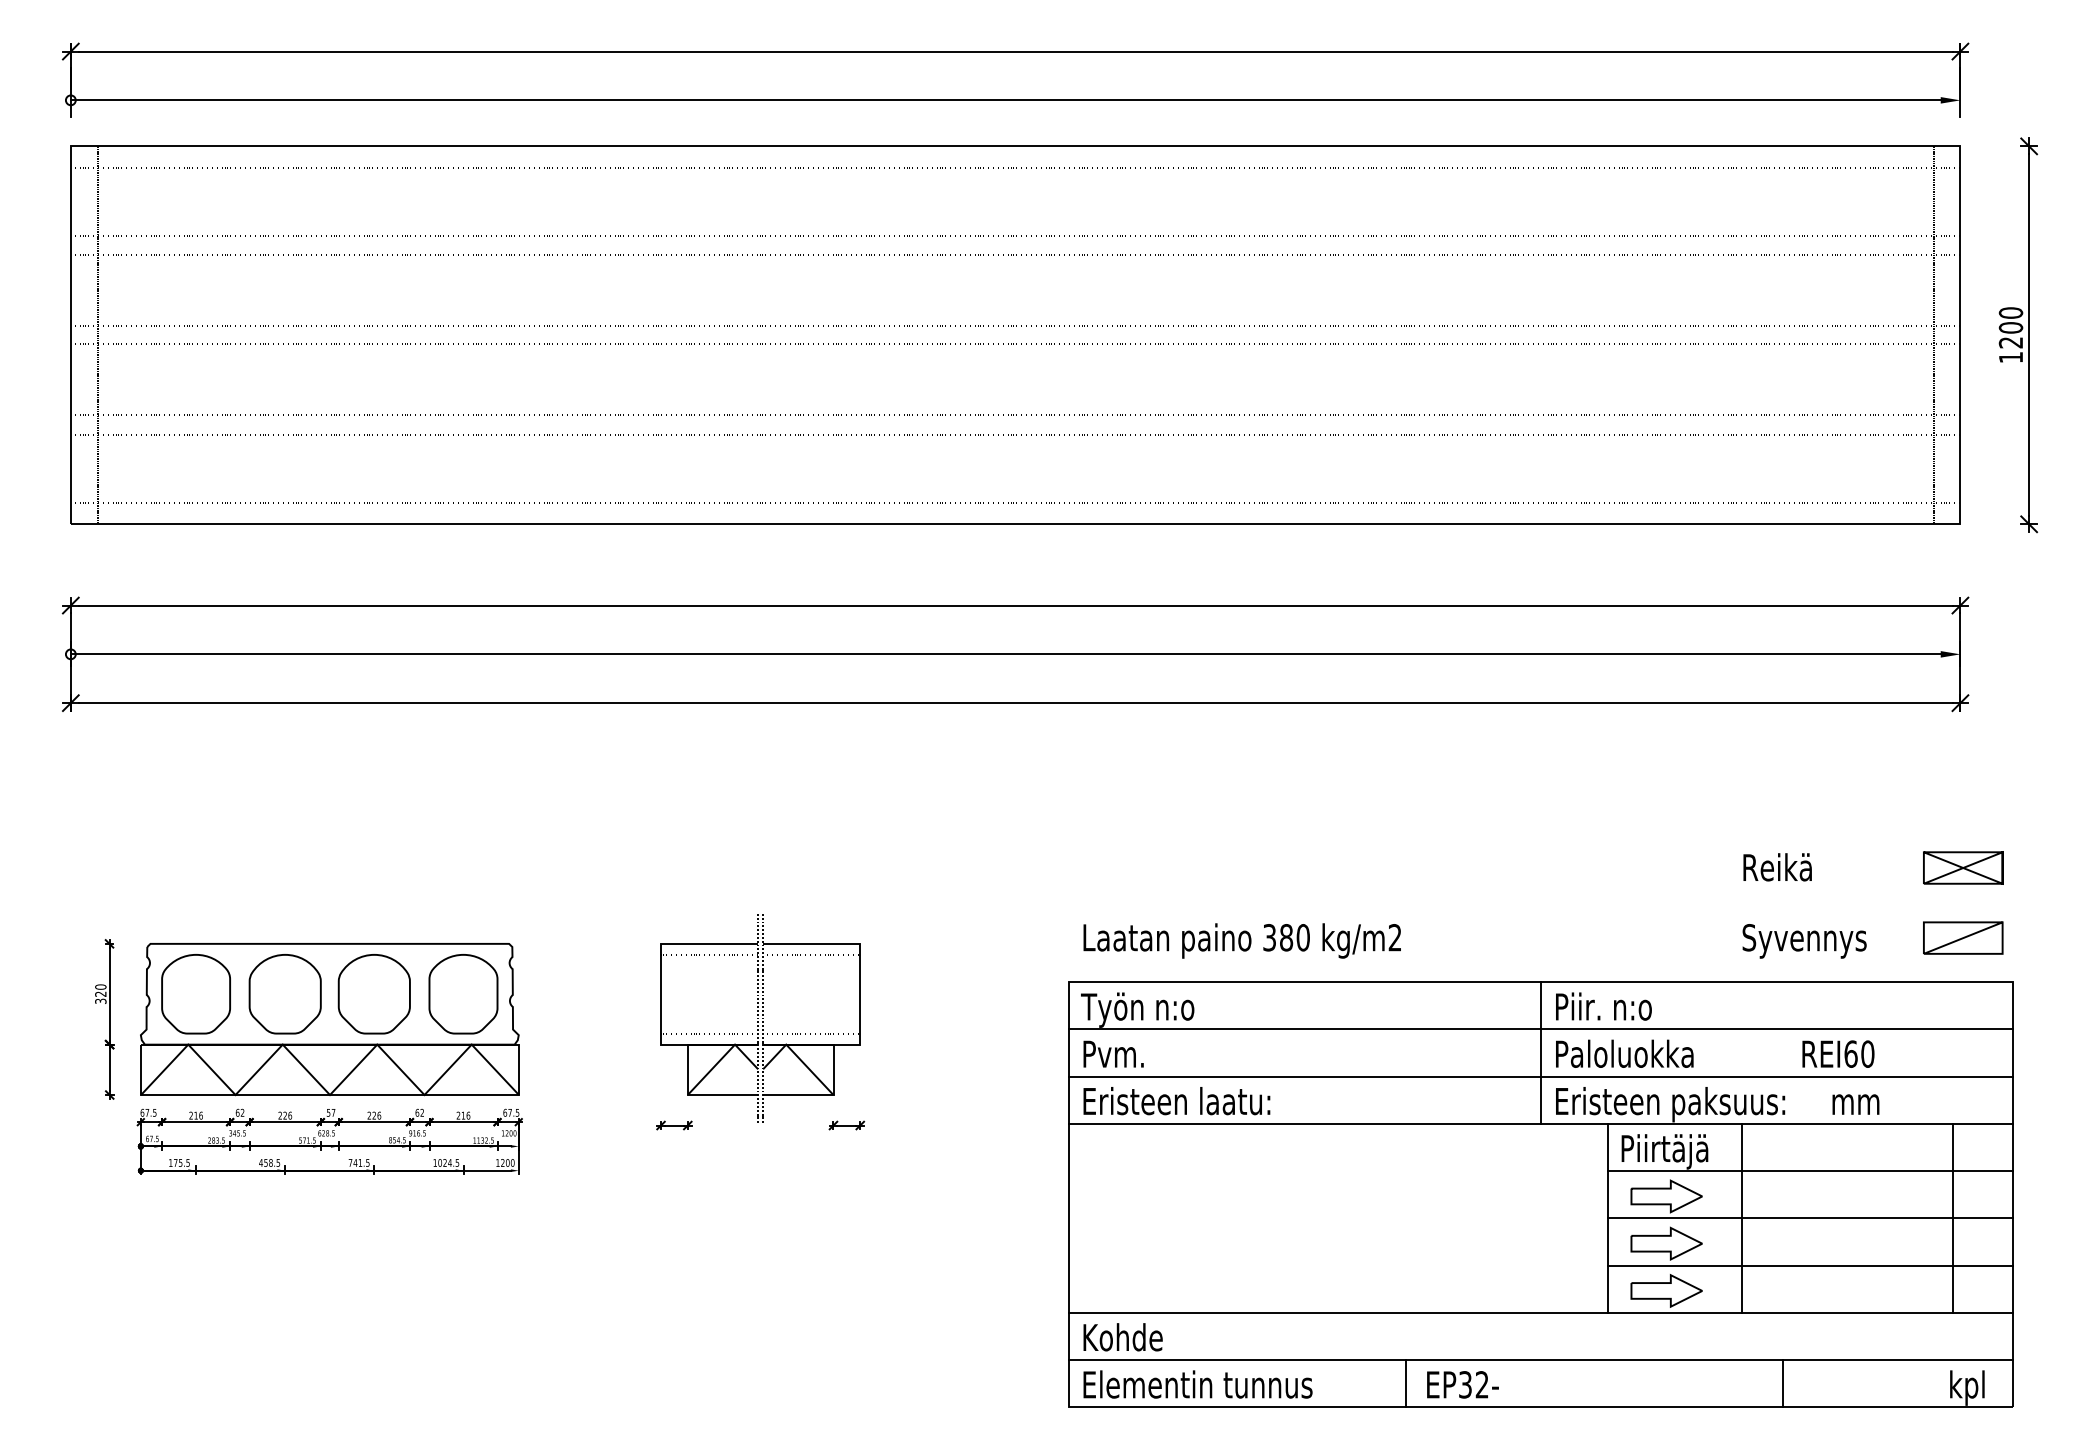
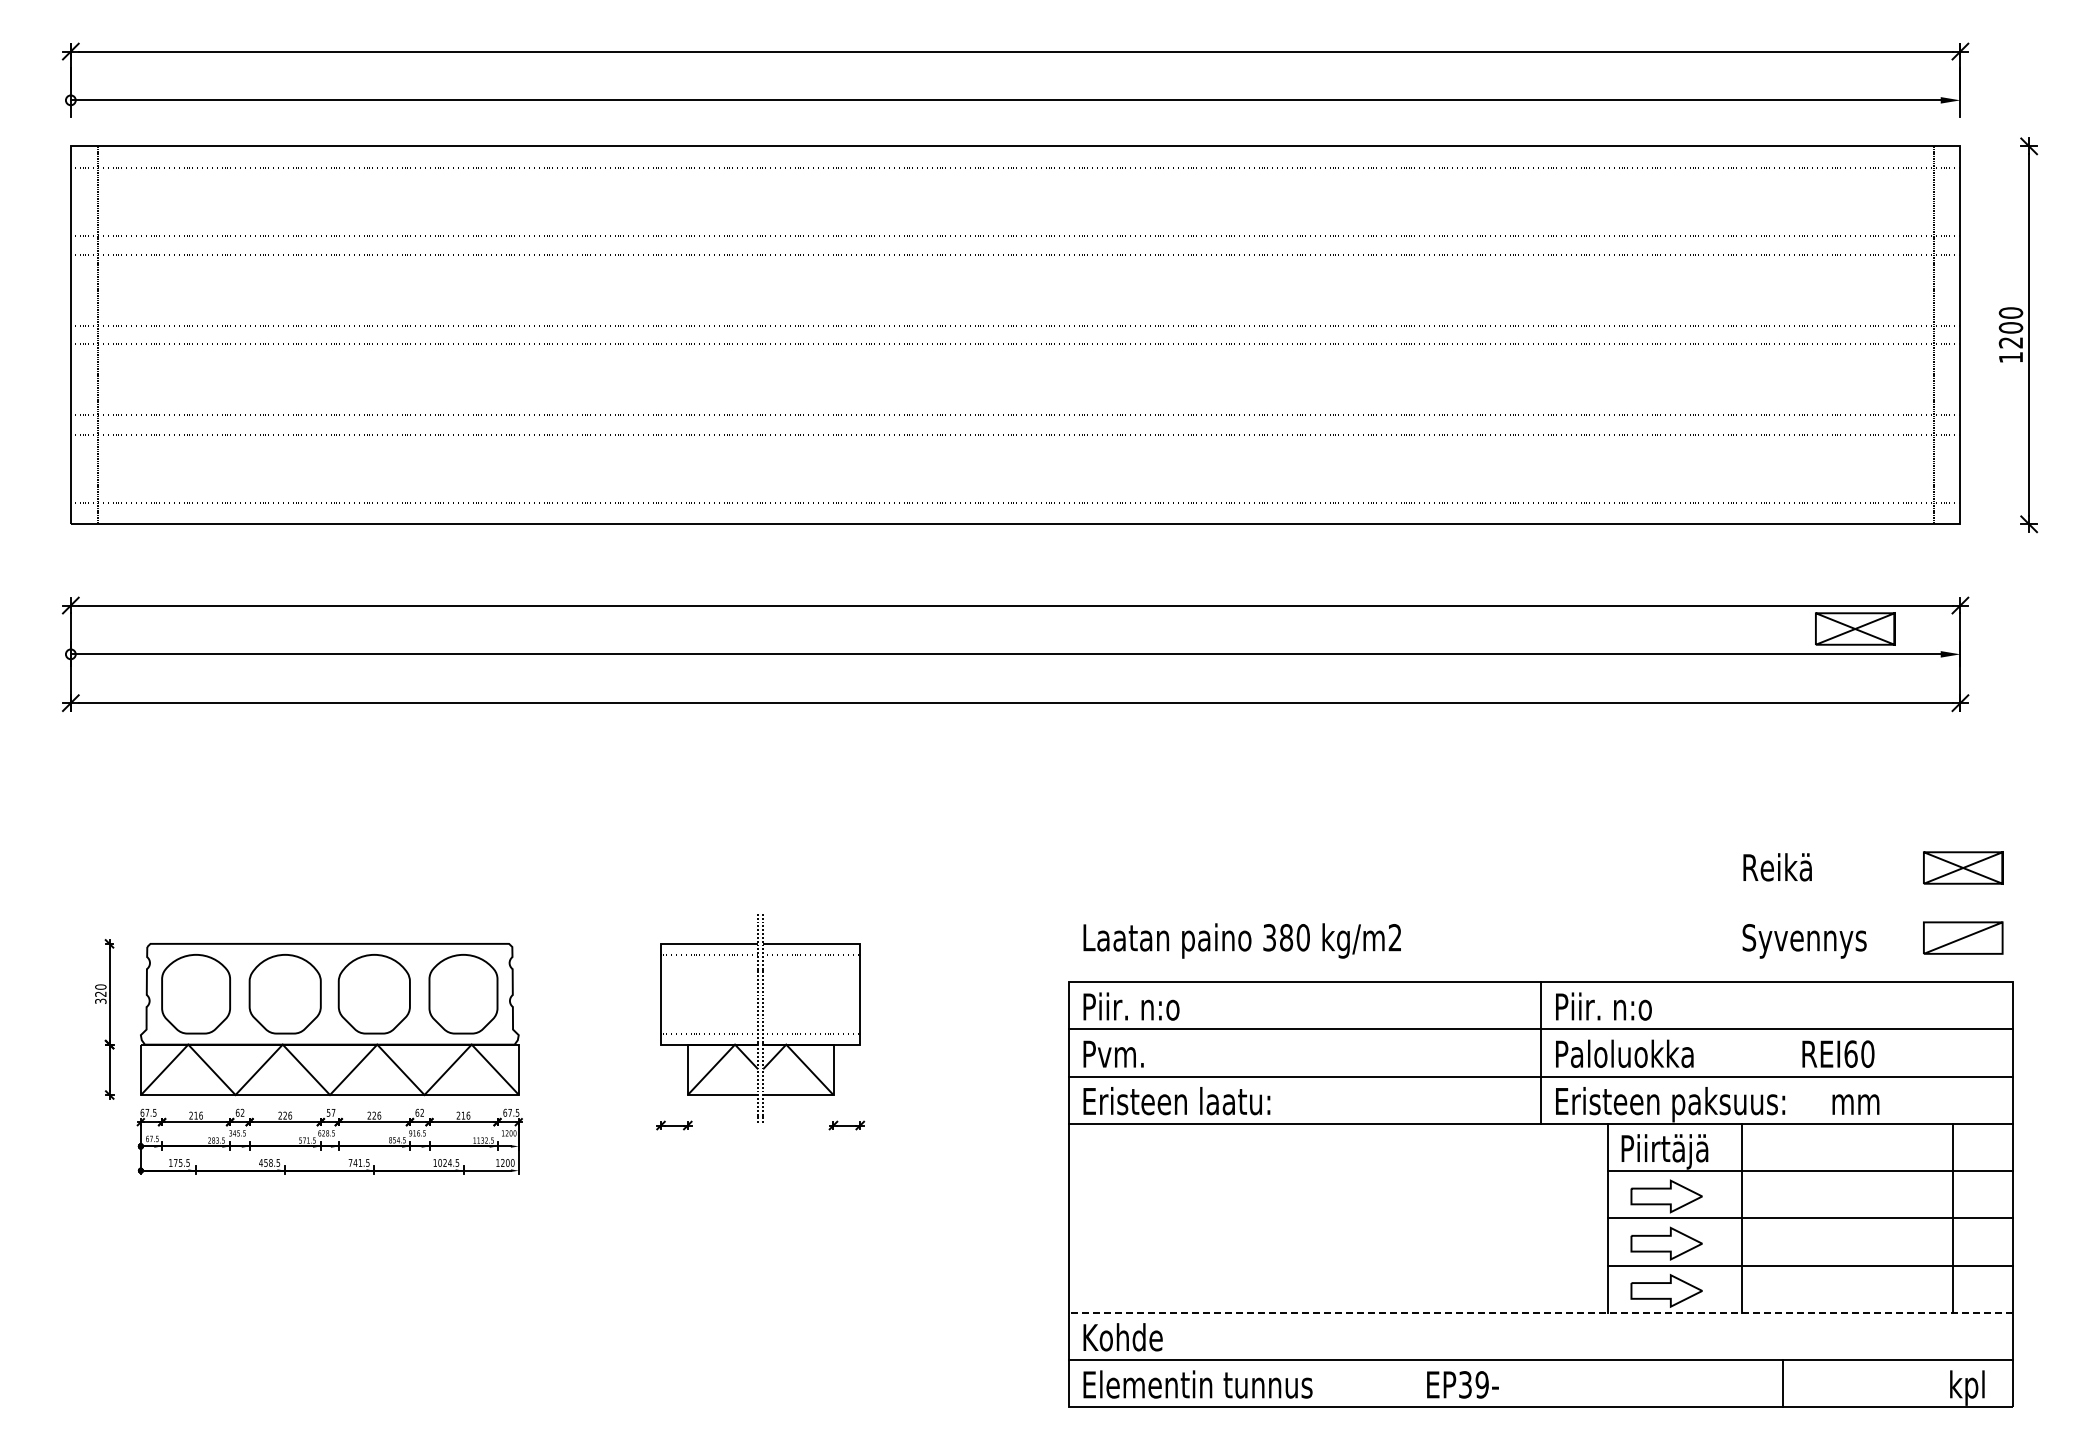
curve at (1855, 628): none -> present
text at (1137, 1009): Työn n:o -> Piir. n:o
line at (1540, 1312): solid -> dashed
line at (1406, 1383): present -> none
text at (1481, 1384): EP32- -> EP39-
